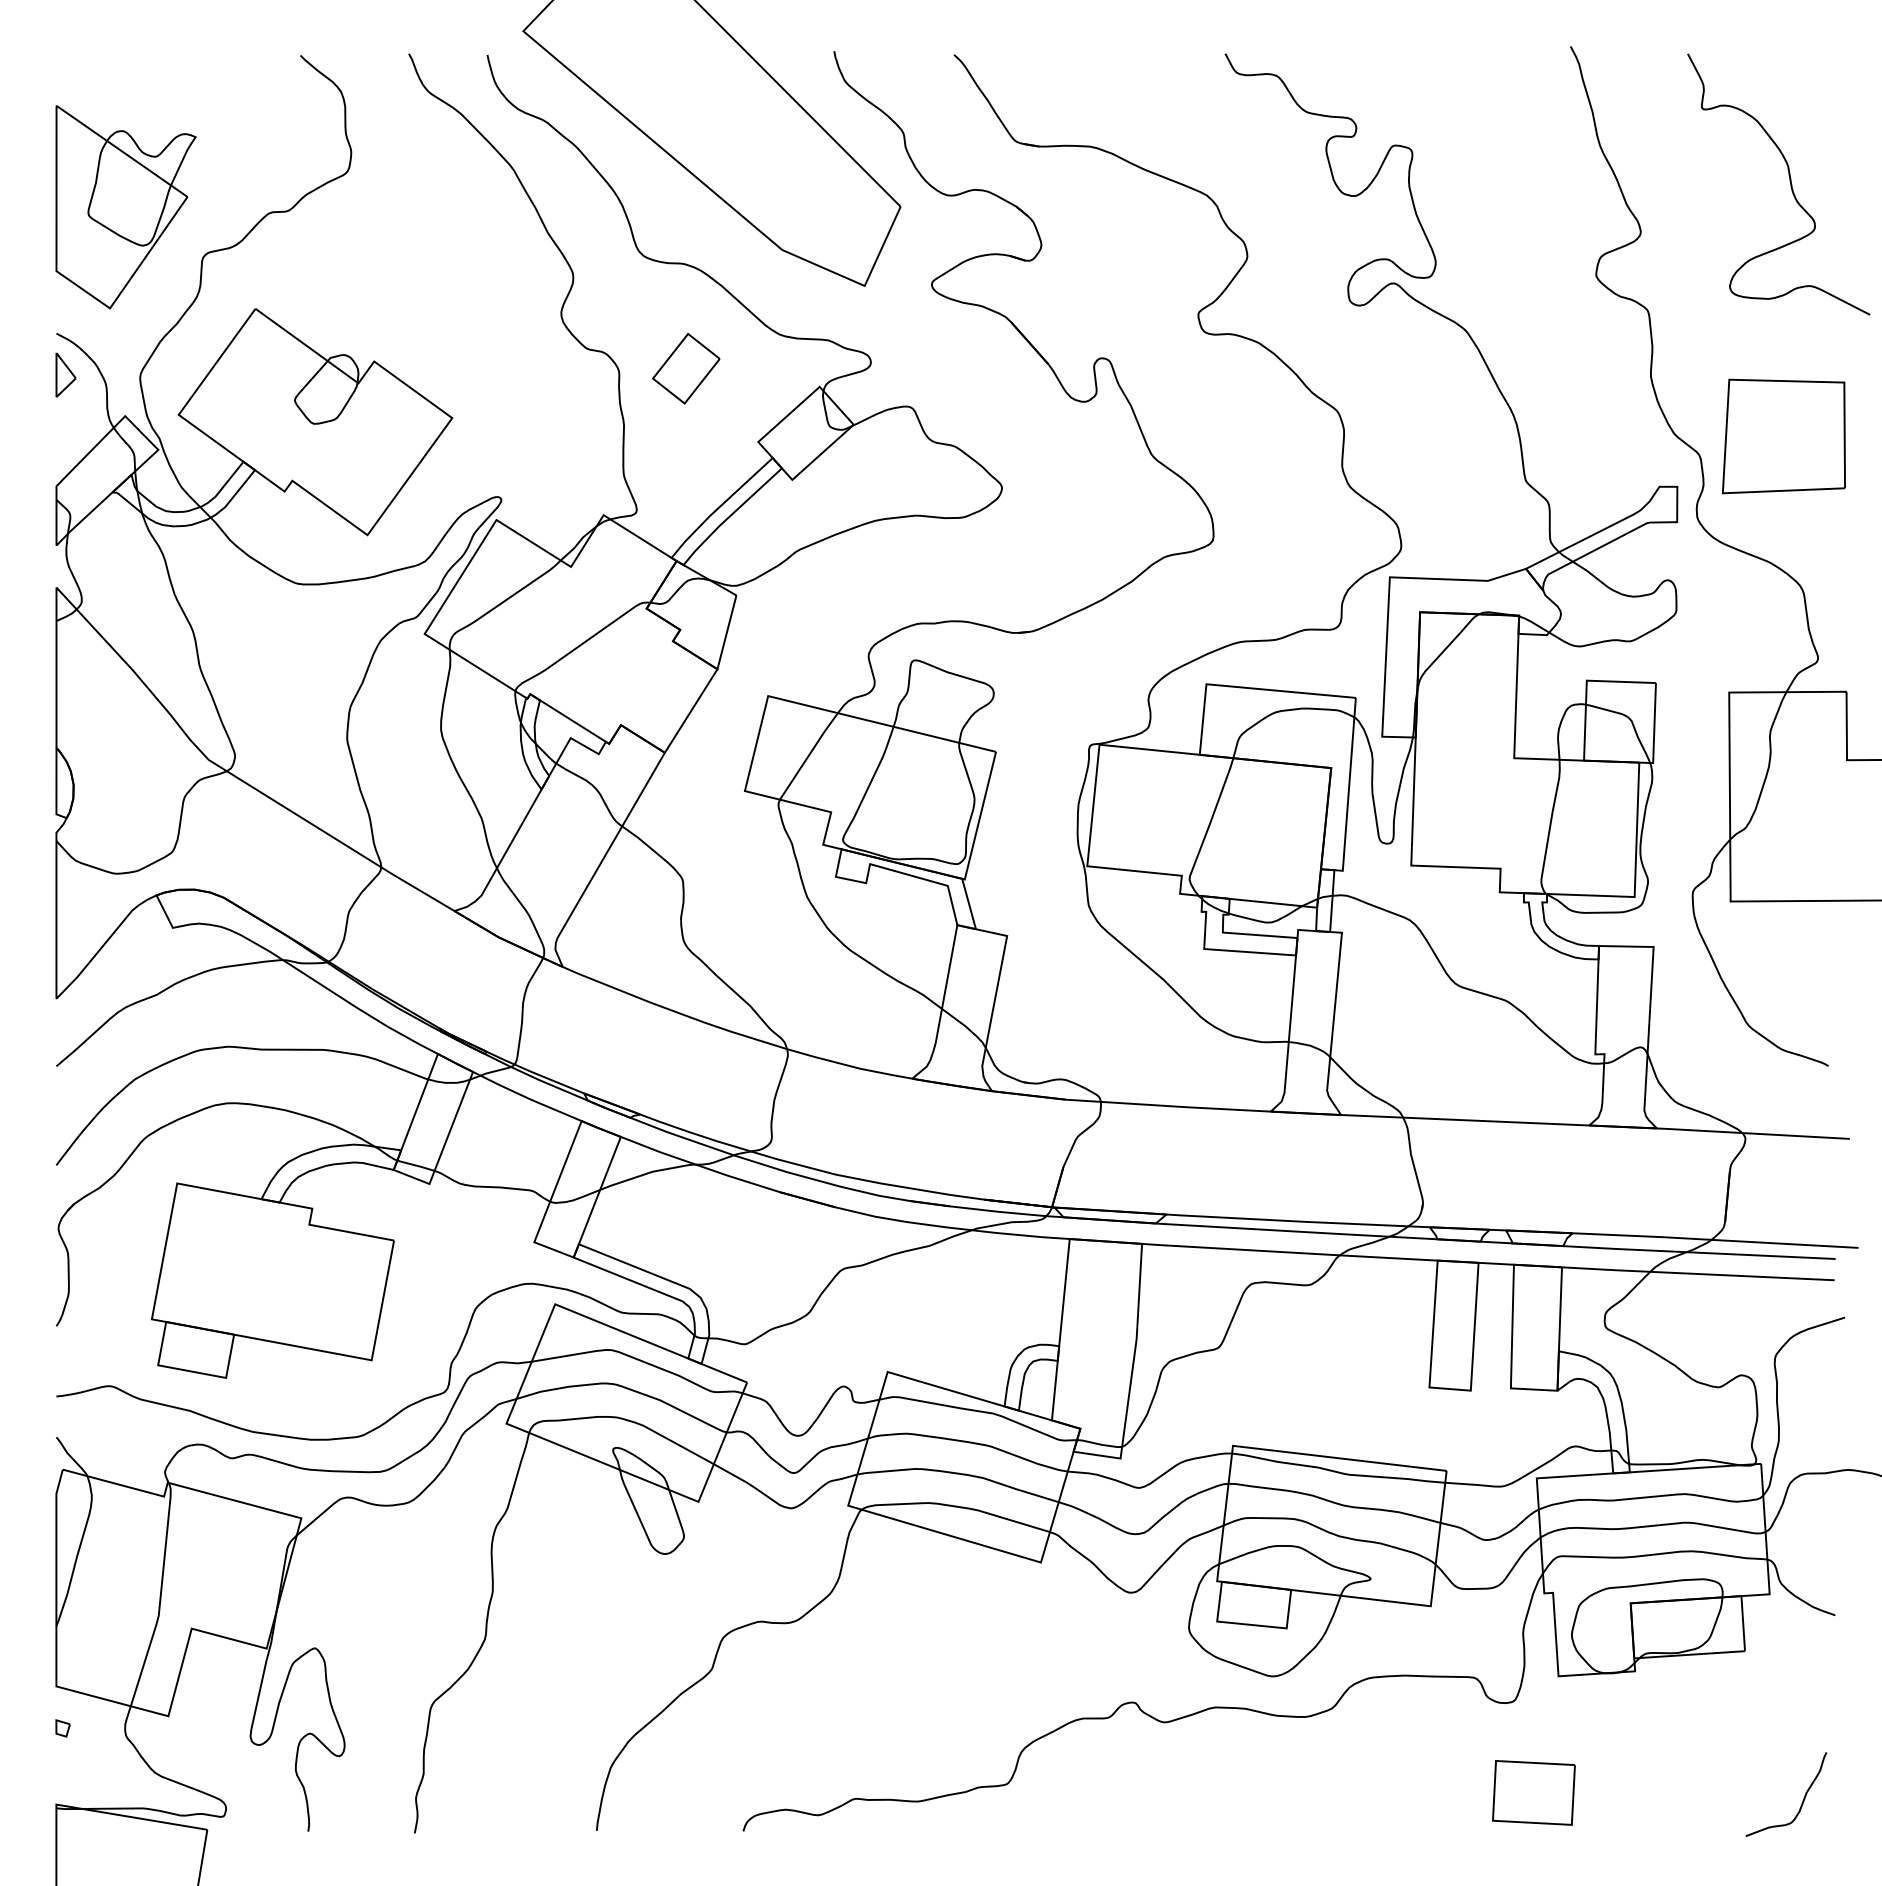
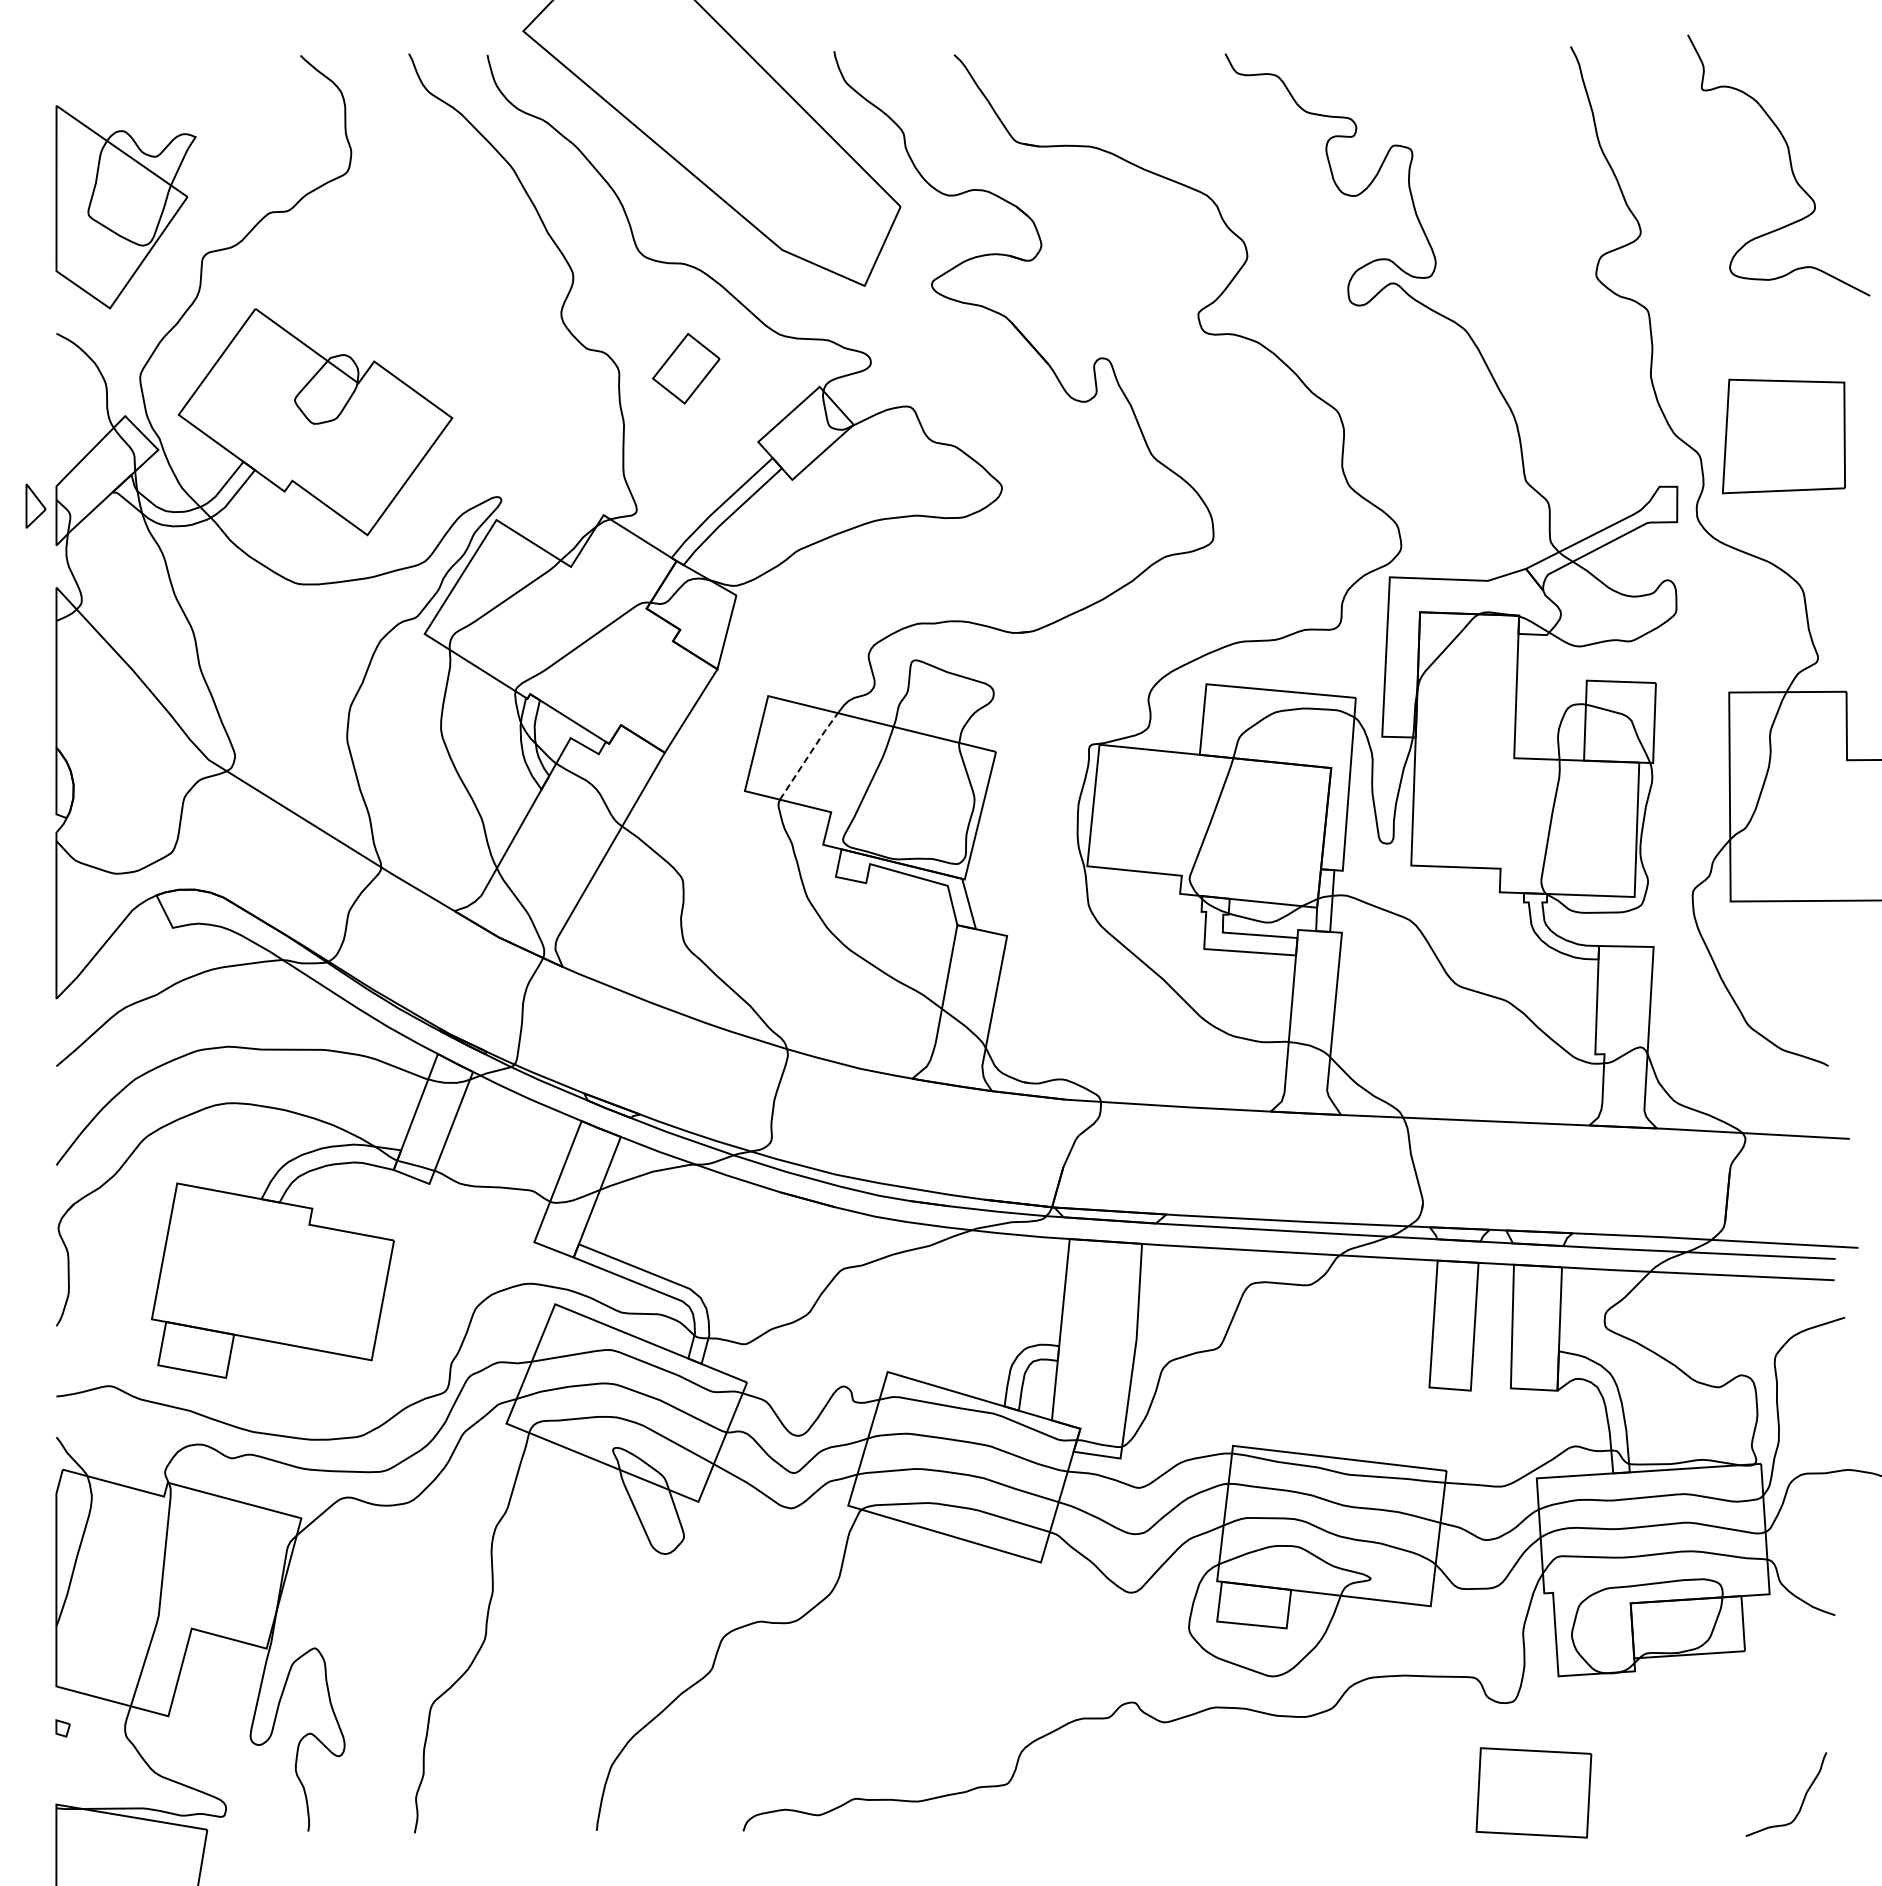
curve at (1789, 181) position: (1789, 181) -> (1789, 162)
part at (65, 374) position: (65, 374) -> (35, 505)
line at (808, 755): solid -> dashed
part at (1533, 1792) size: 84x66 px -> 118x92 px
